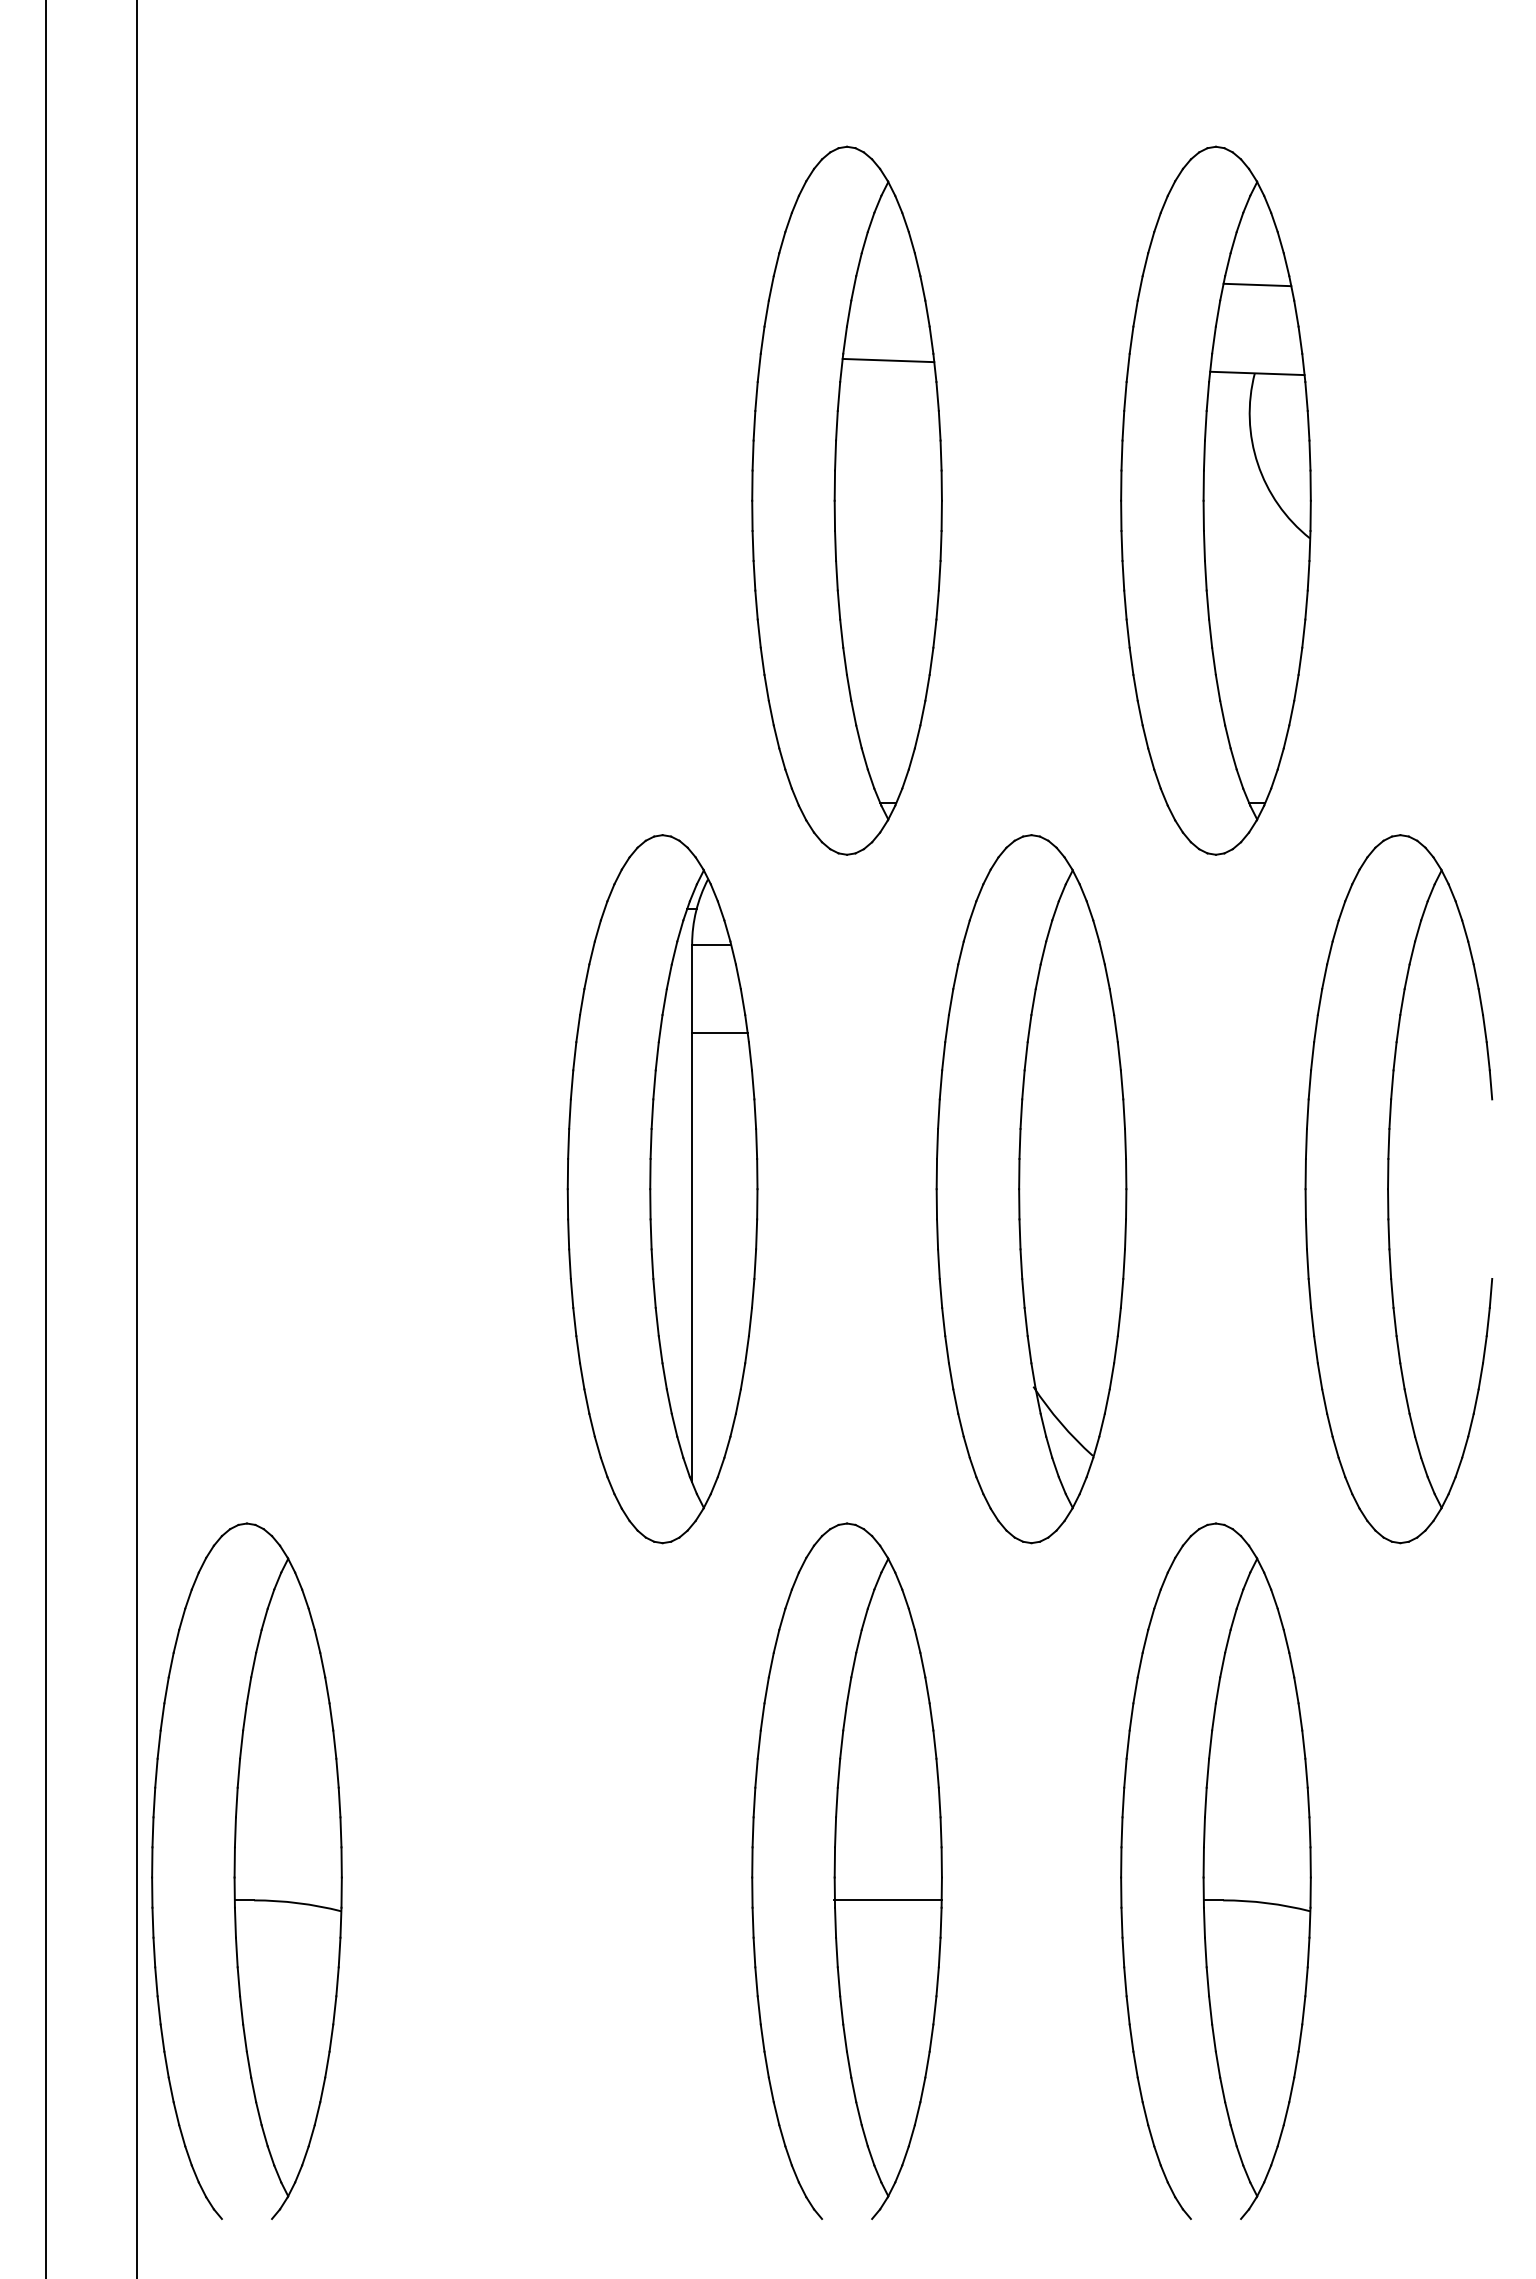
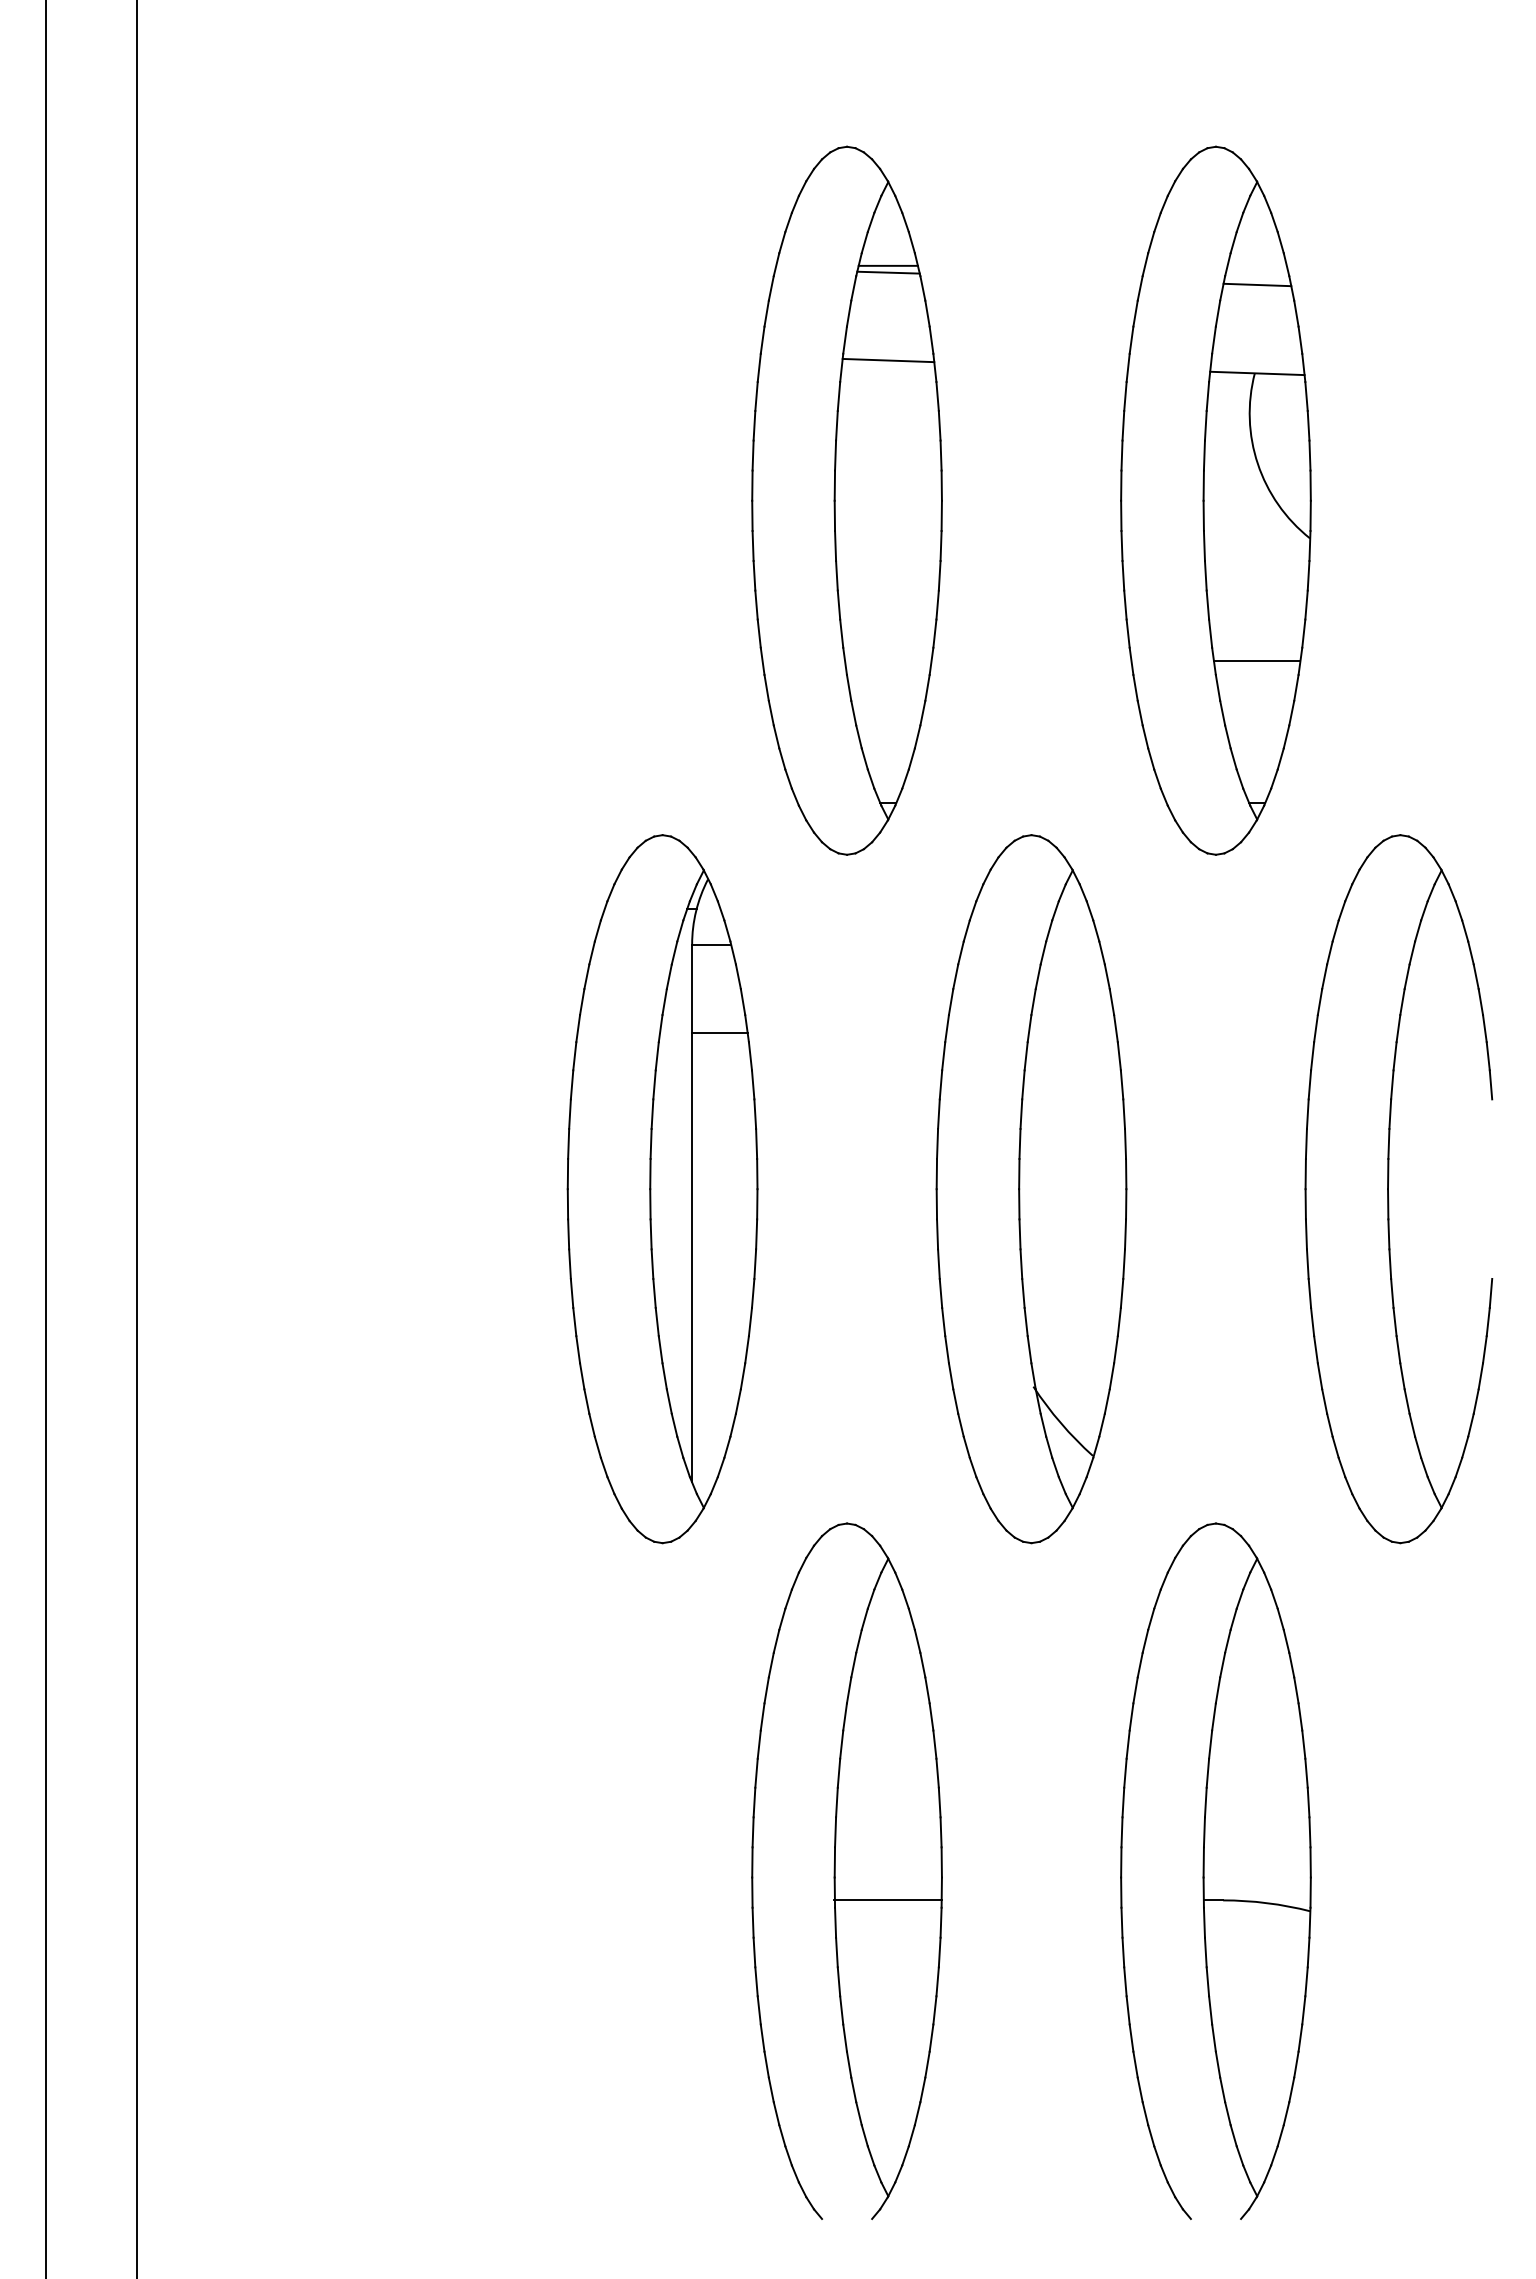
line at (887, 265): none -> present
line at (888, 272): none -> present
line at (1257, 661): none -> present
part at (246, 1870): present -> none
